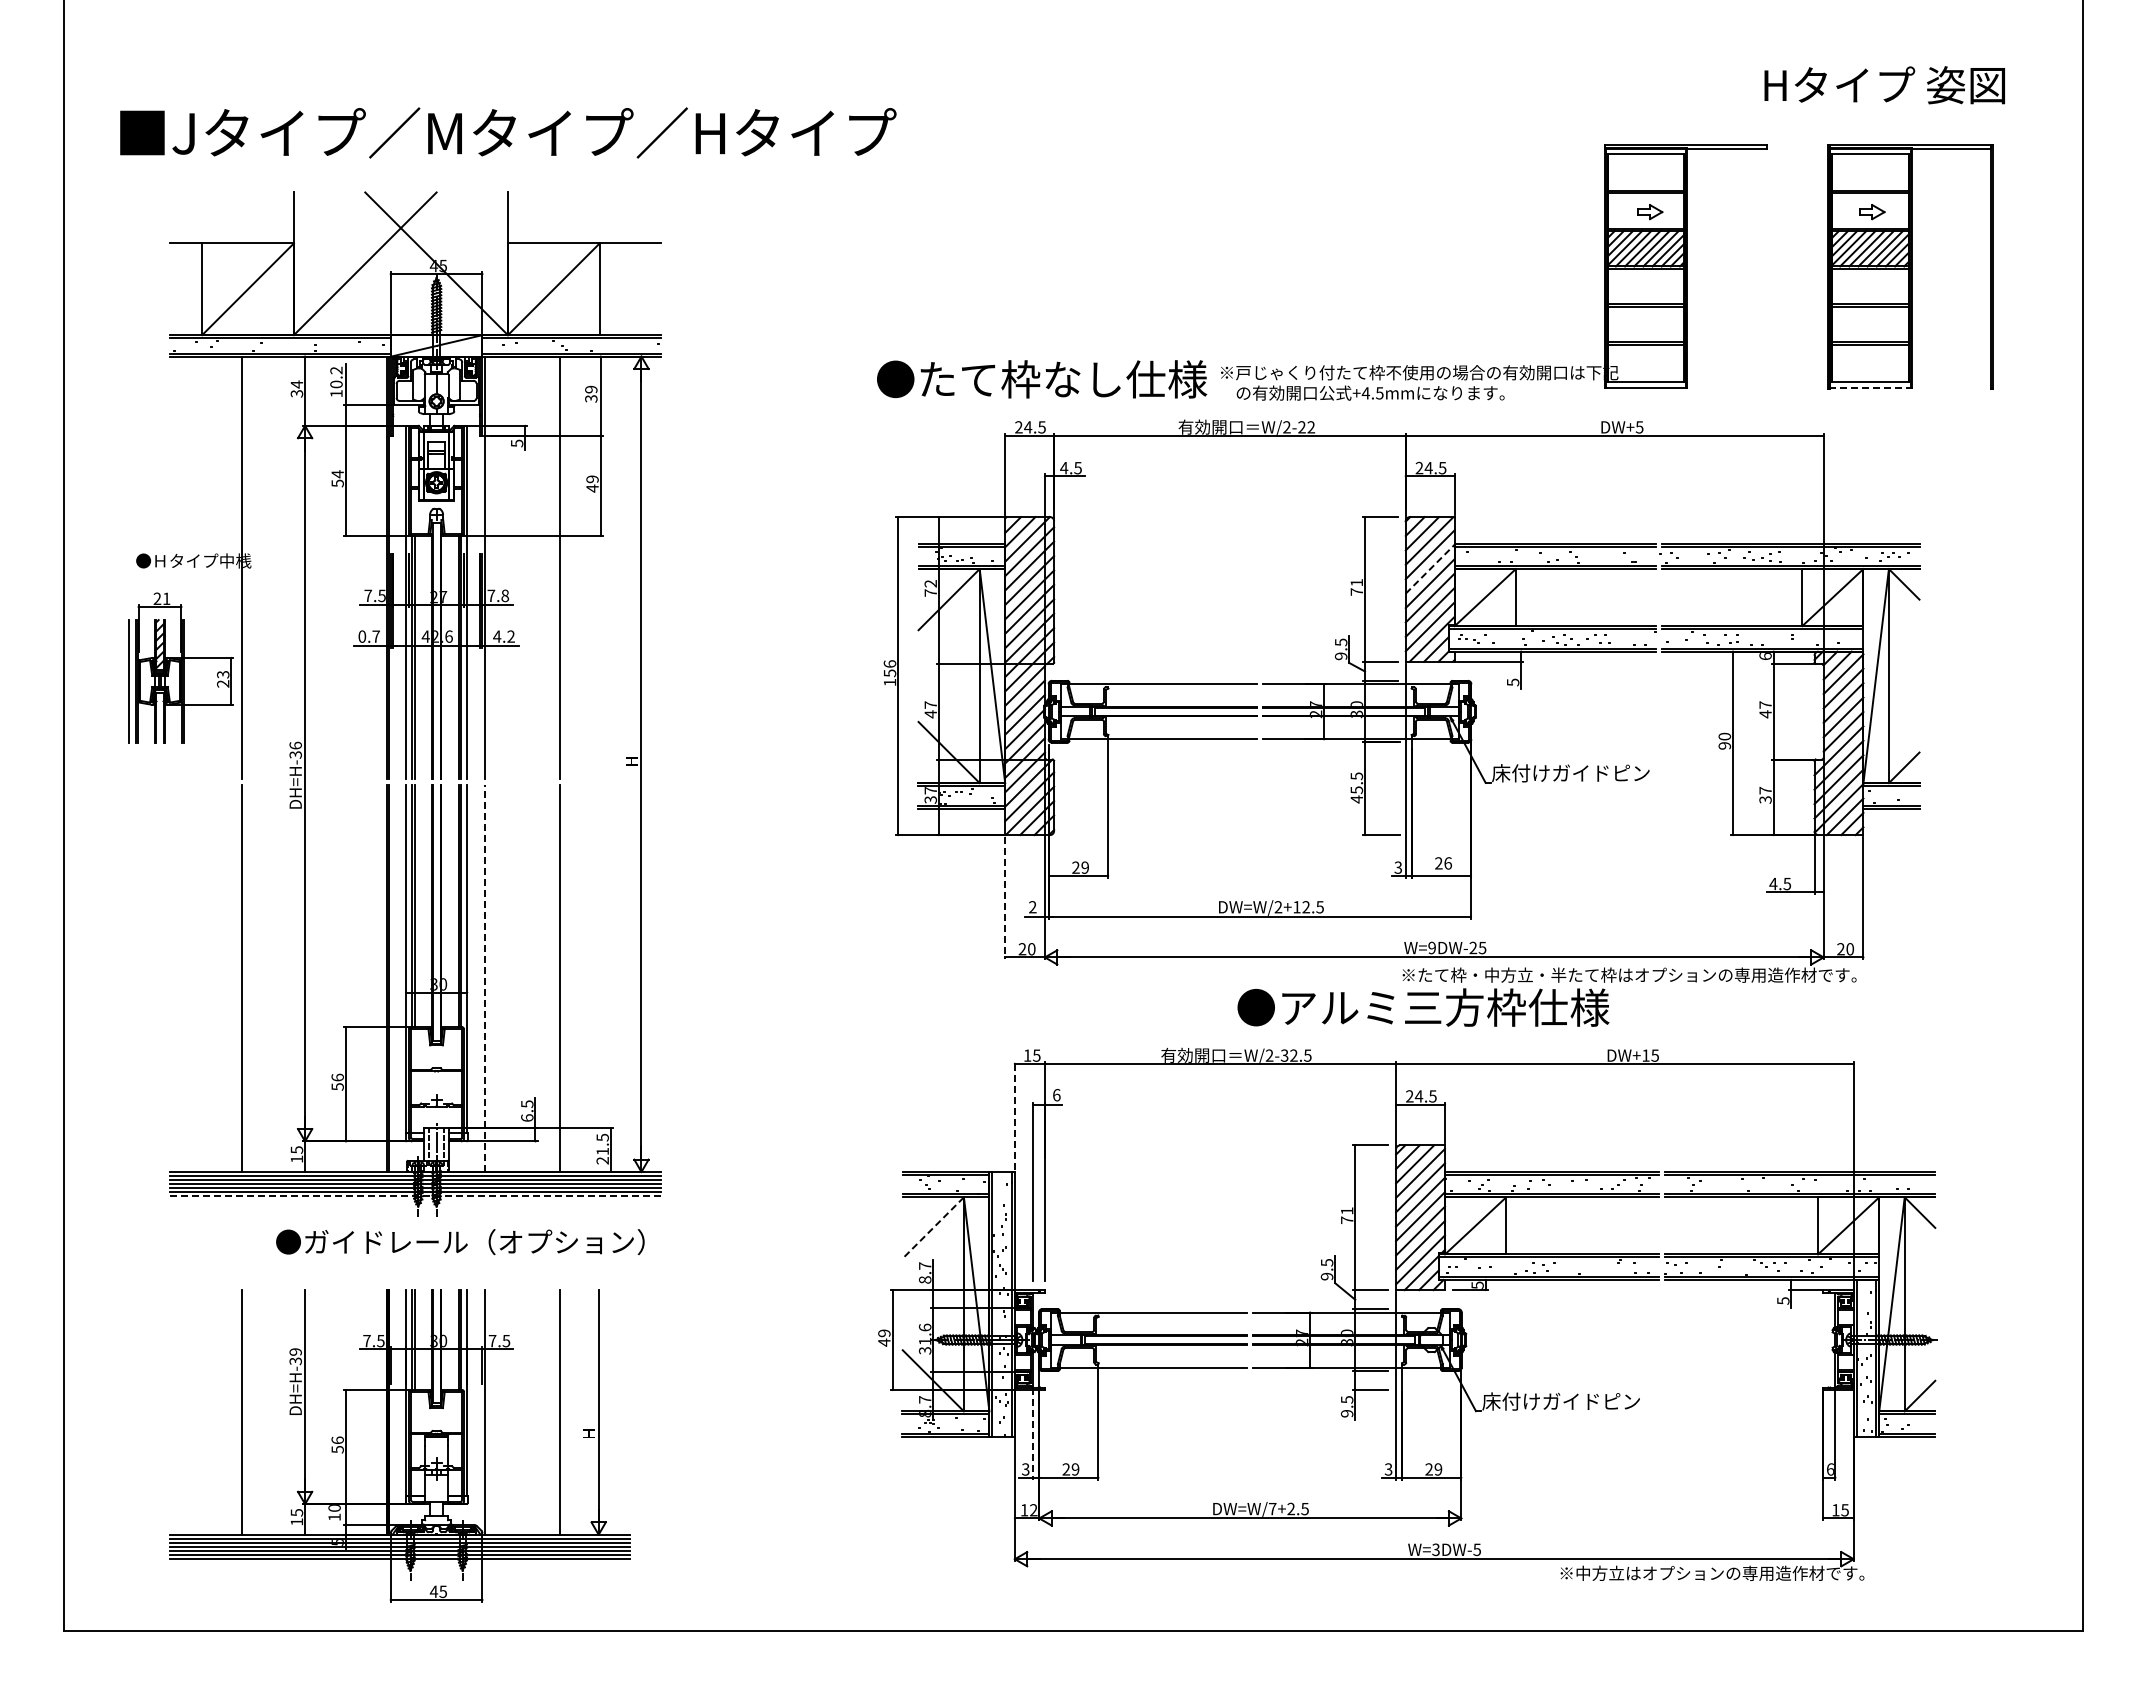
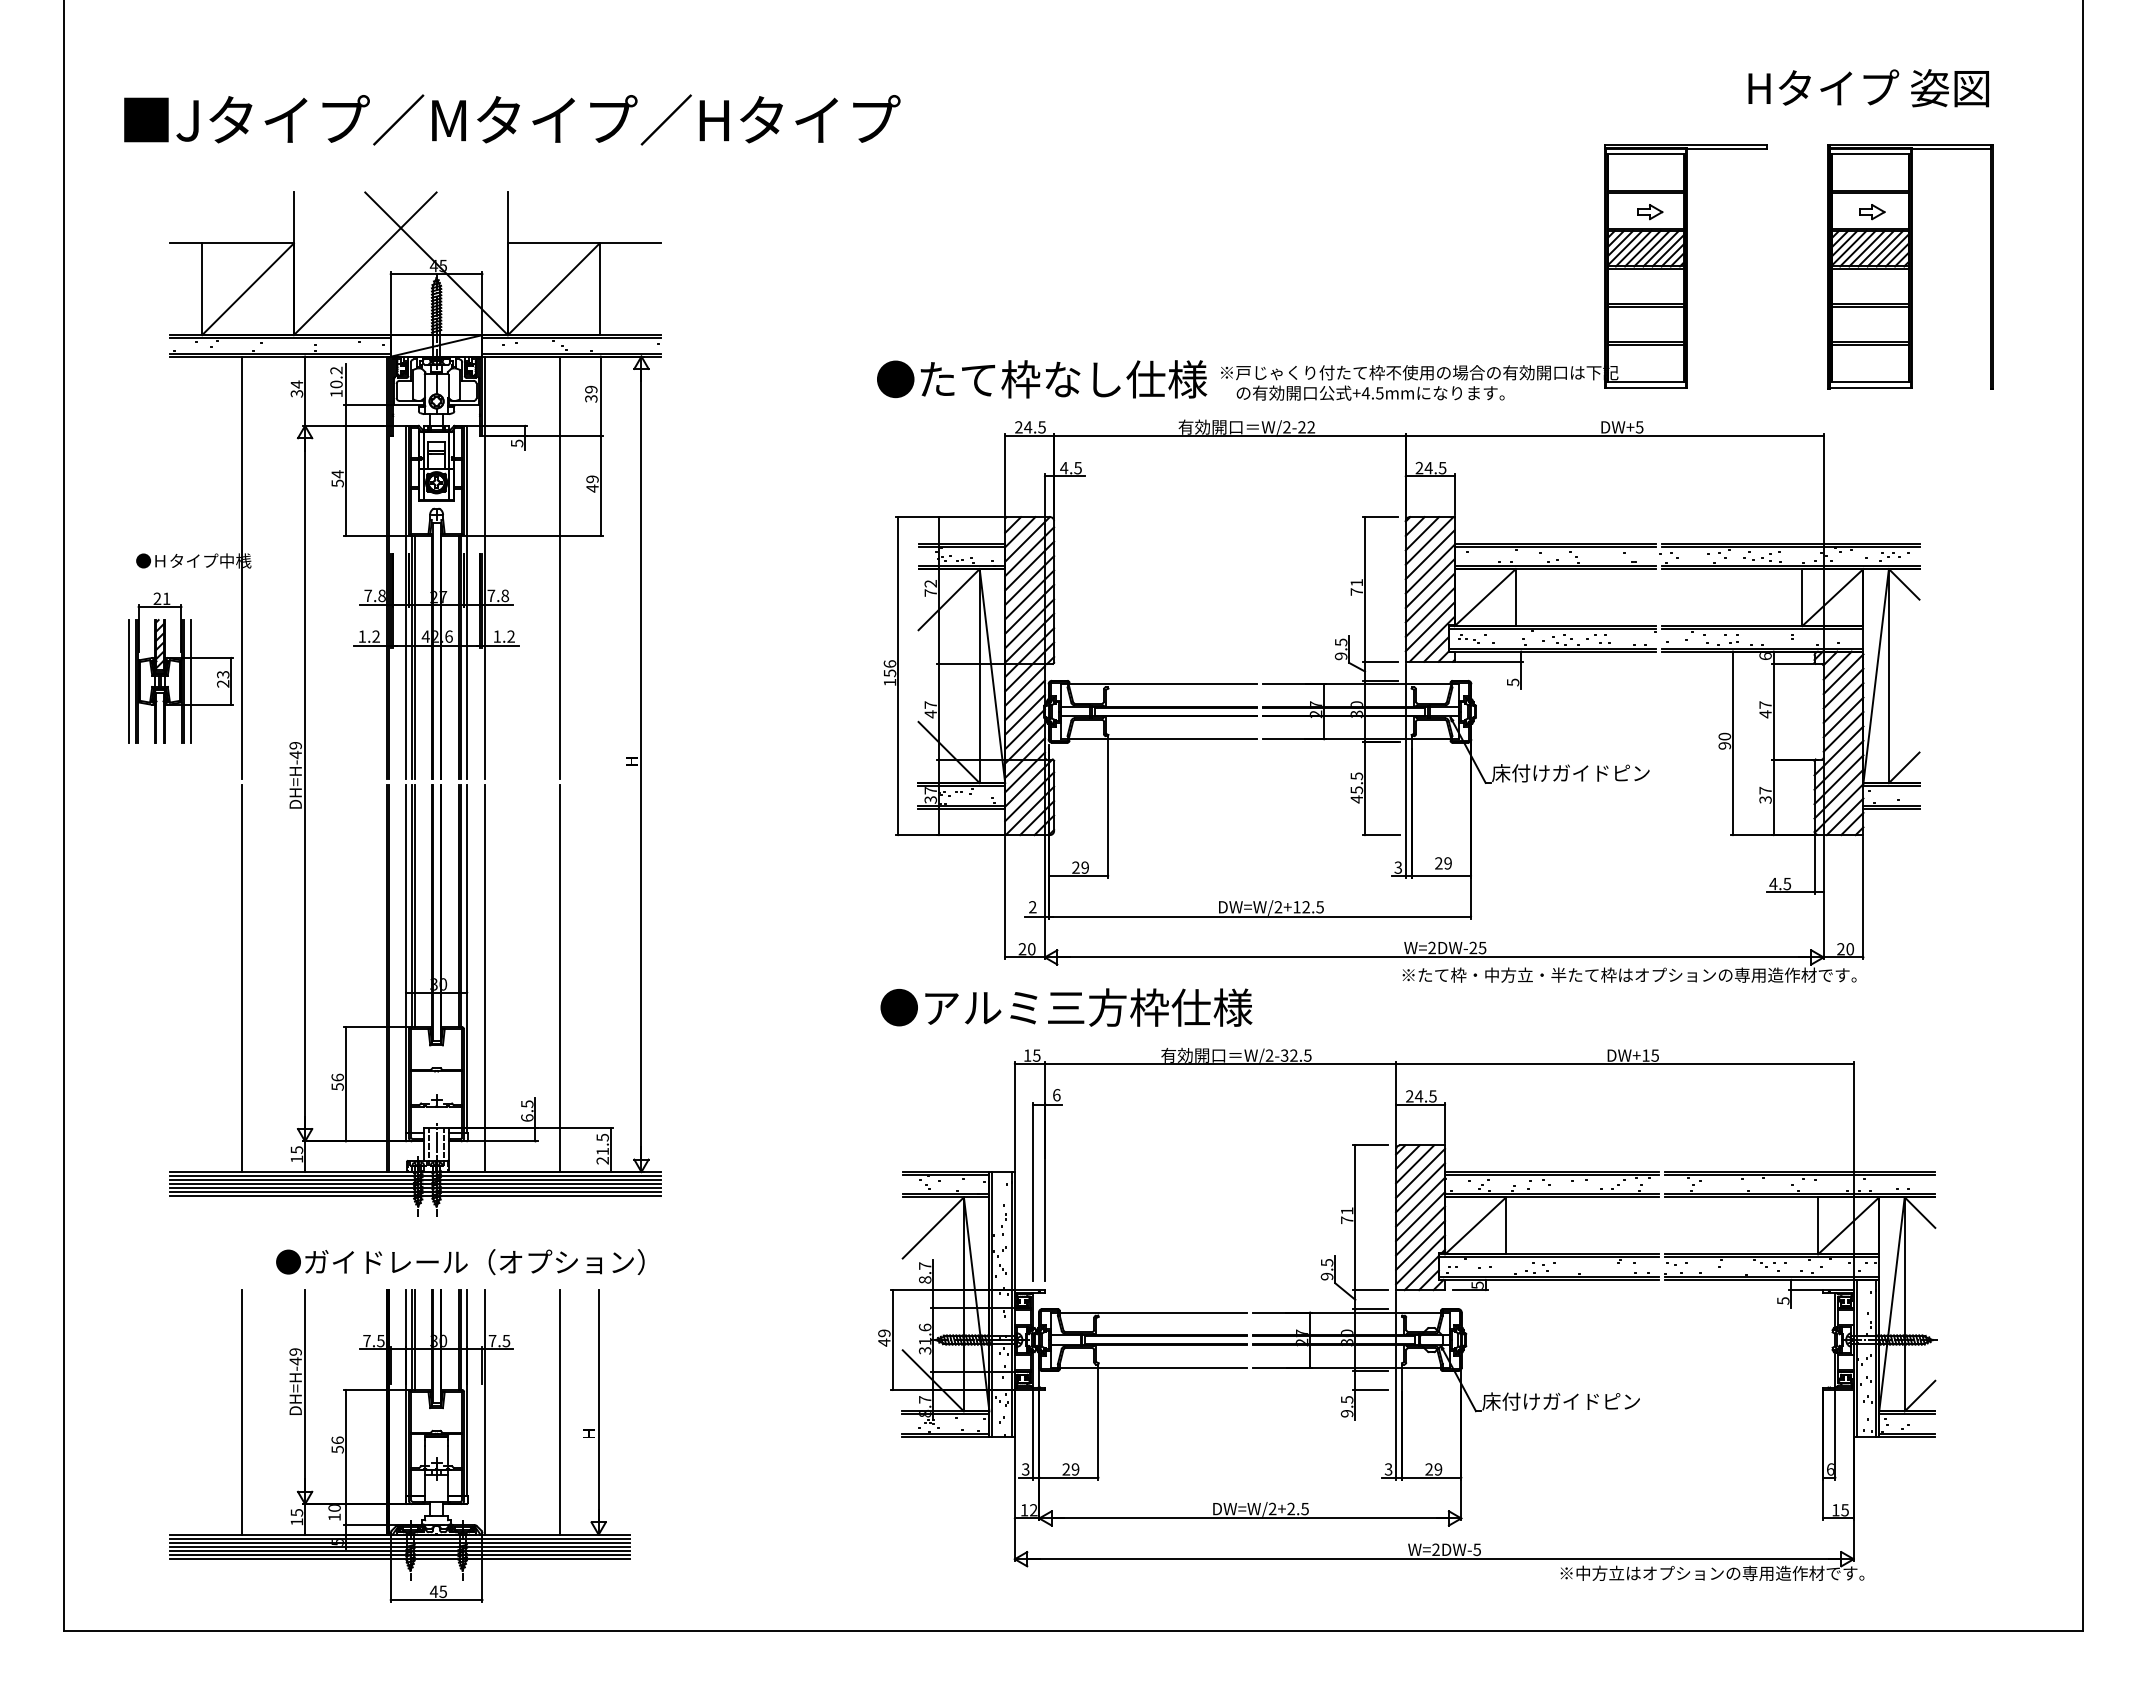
text at (1884, 85) position: (1884, 85) -> (1868, 88)
text at (508, 132) position: (508, 132) -> (512, 119)
line at (1870, 387): dashed -> solid
line at (1430, 569): dashed -> solid
text at (381, 595): 7.5 -> 7.8
text at (368, 636): 0.7 -> 1.2
text at (497, 636): 4.2 -> 1.2
line at (190, 681): none -> present
text at (295, 750): DH=H-36 -> DH=H-49
text at (1447, 863): 26 -> 29
line at (1005, 898): dashed -> solid
text at (1431, 948): W=9DW-25 -> W=2DW-25
line at (484, 978): dashed -> solid
text at (1423, 1007) position: (1423, 1007) -> (1066, 1007)
line at (1014, 1115): dashed -> solid
line at (415, 1196): dashed -> solid
line at (932, 1228): dashed -> solid
text at (460, 1242) position: (460, 1242) -> (460, 1262)
text at (295, 1361): DH=H-39 -> DH=H-49
line at (1033, 1434): dashed -> solid
text at (1272, 1508): DW=W/7+2.5 -> DW=W/2+2.5
text at (1435, 1550): W=3DW-5 -> W=2DW-5
